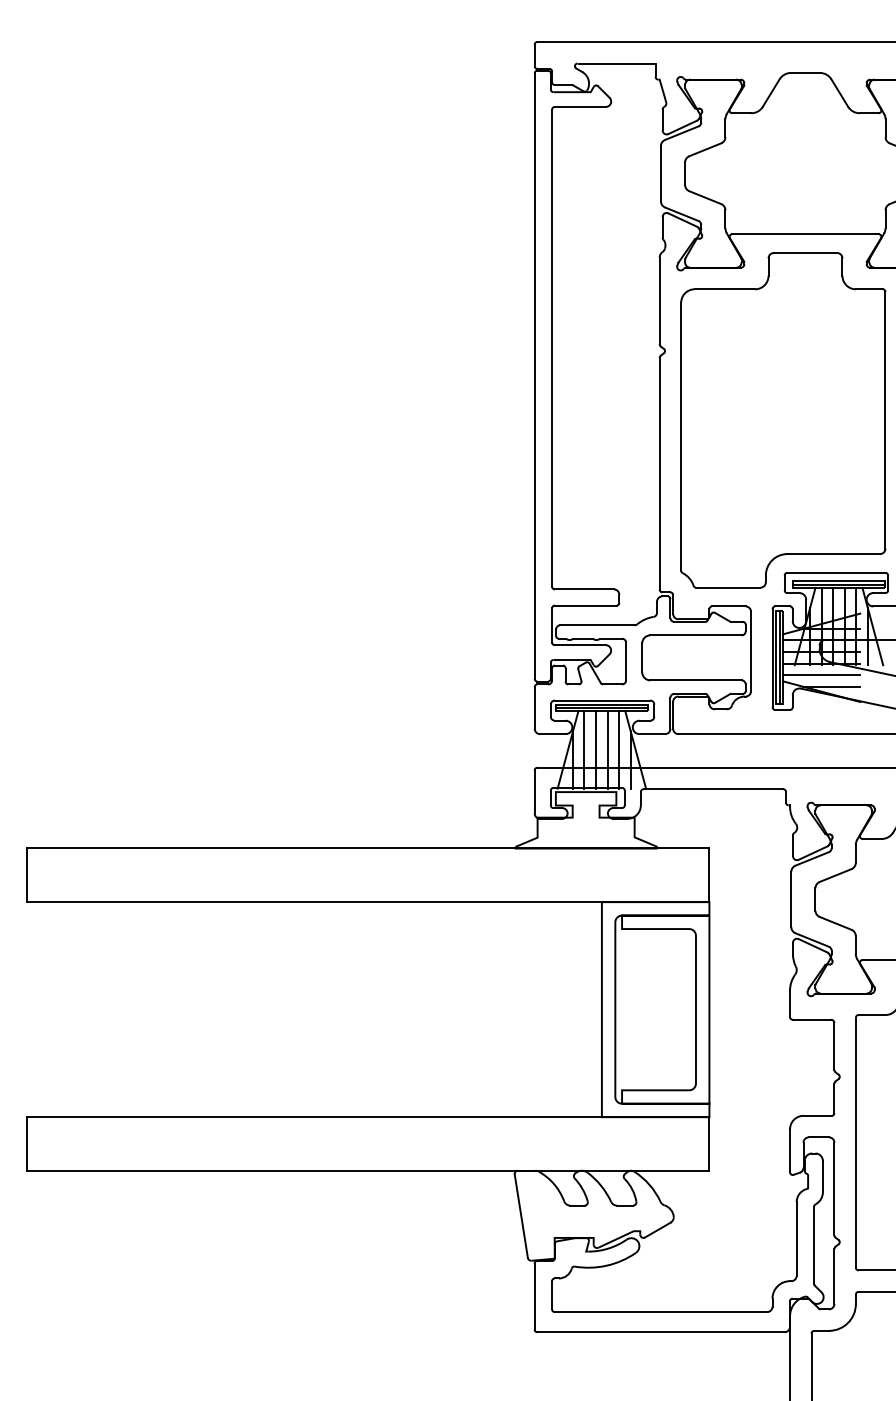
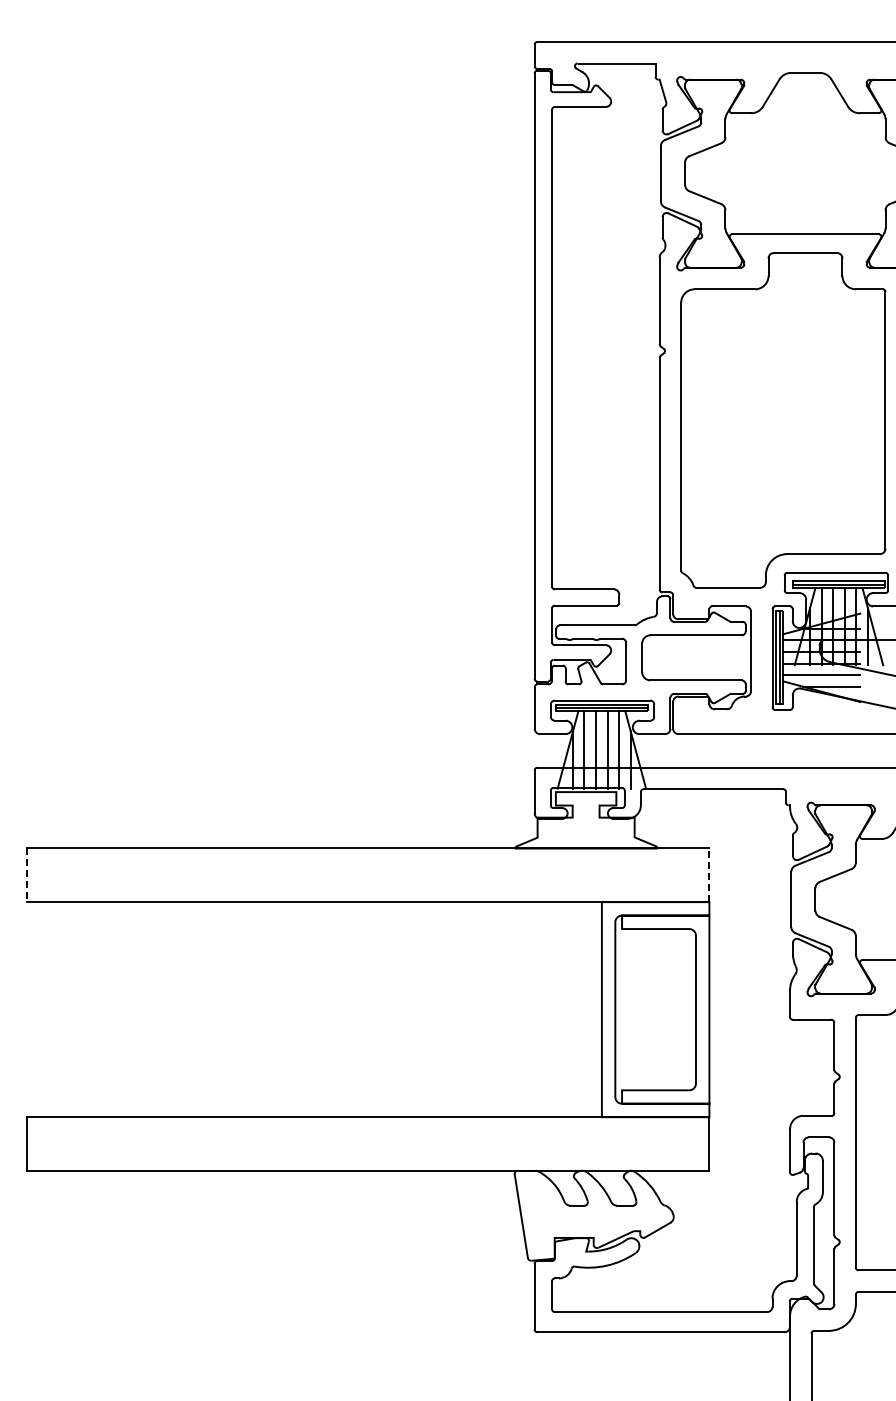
line at (26, 875): solid -> dashed
line at (709, 875): solid -> dashed
